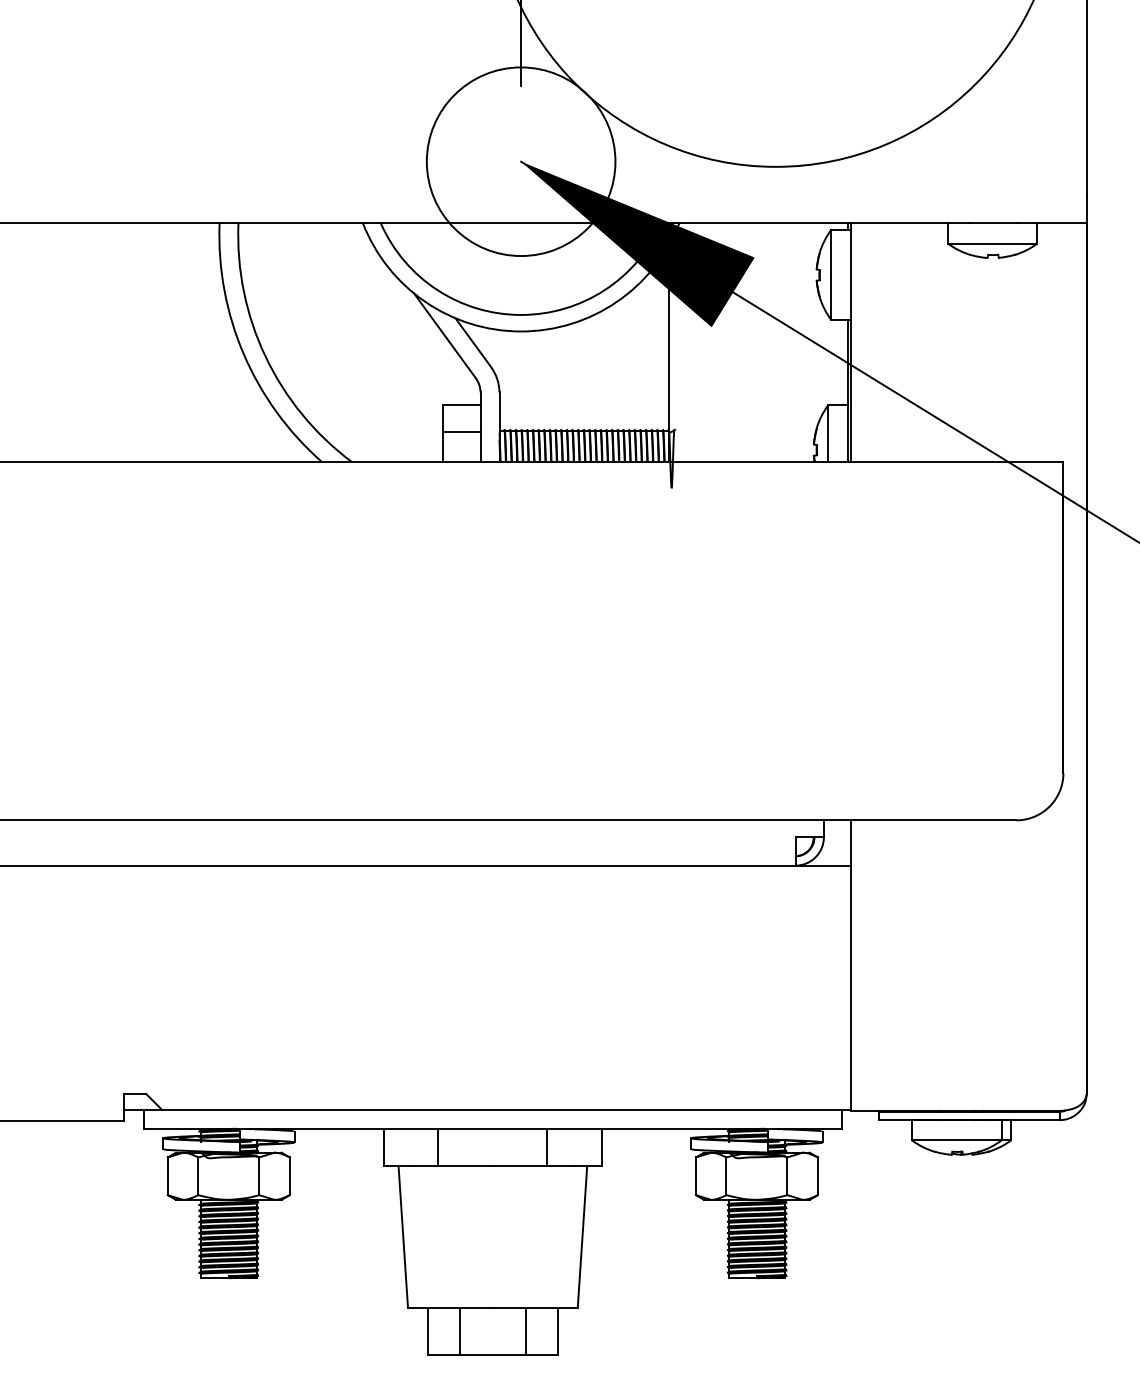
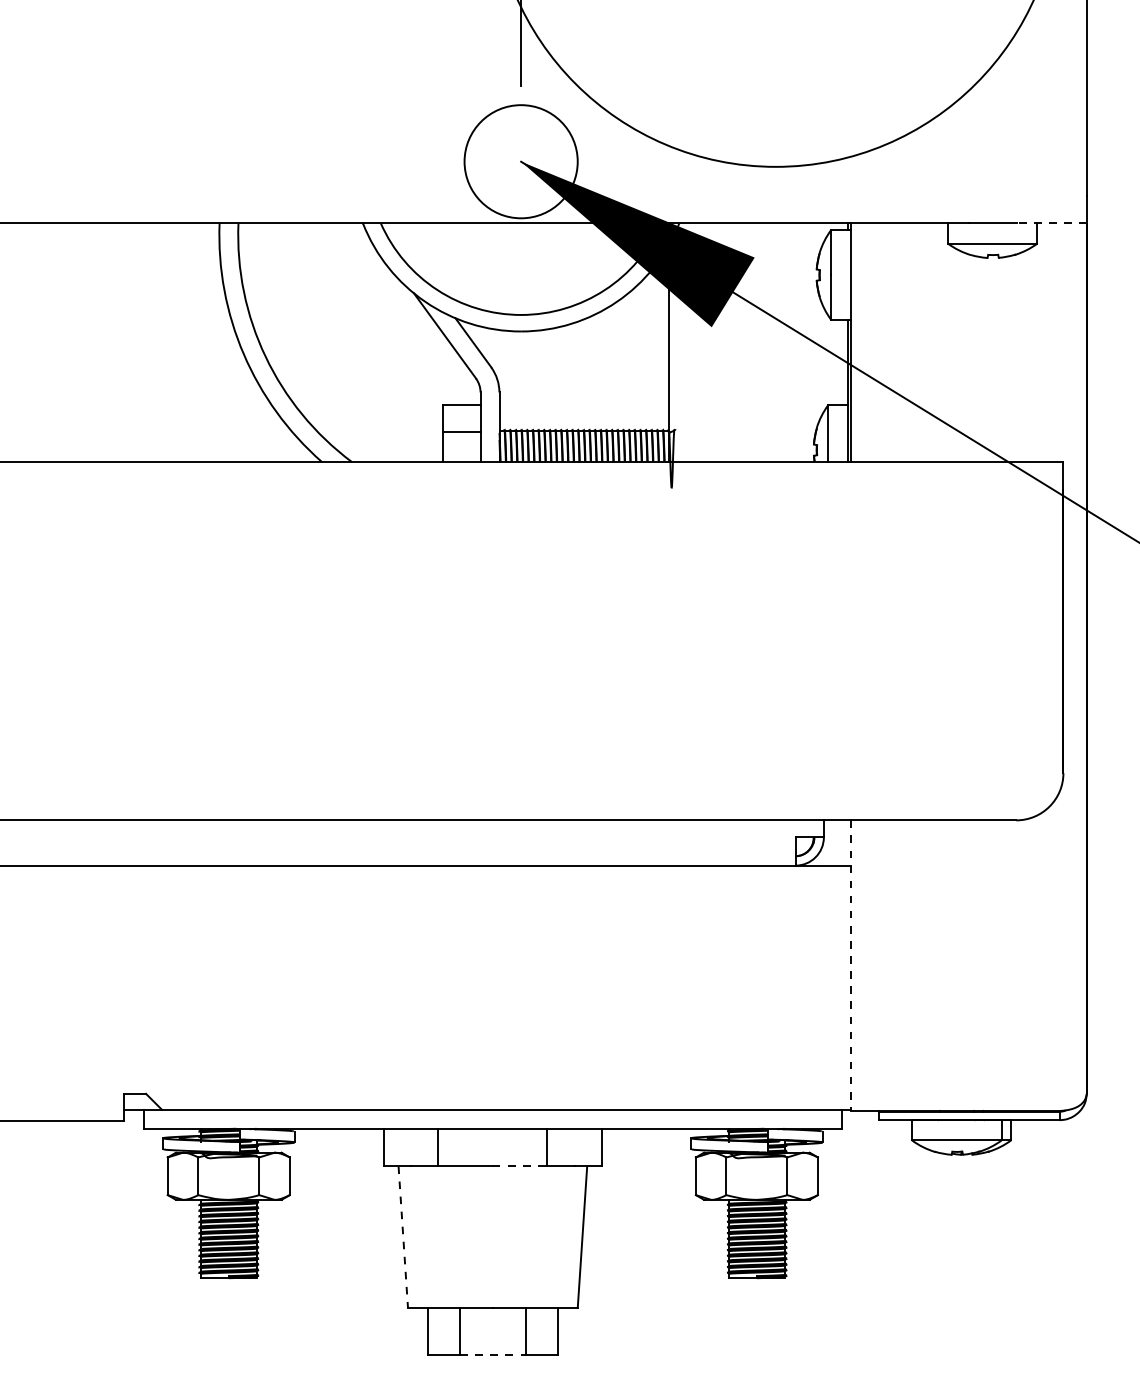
circle at (520, 161) diameter: 189 px -> 113 px
line at (1051, 223): solid -> dashed
line at (851, 966): solid -> dashed
line at (520, 1166): solid -> dashed
line at (403, 1237): solid -> dashed
line at (492, 1355): solid -> dashed
